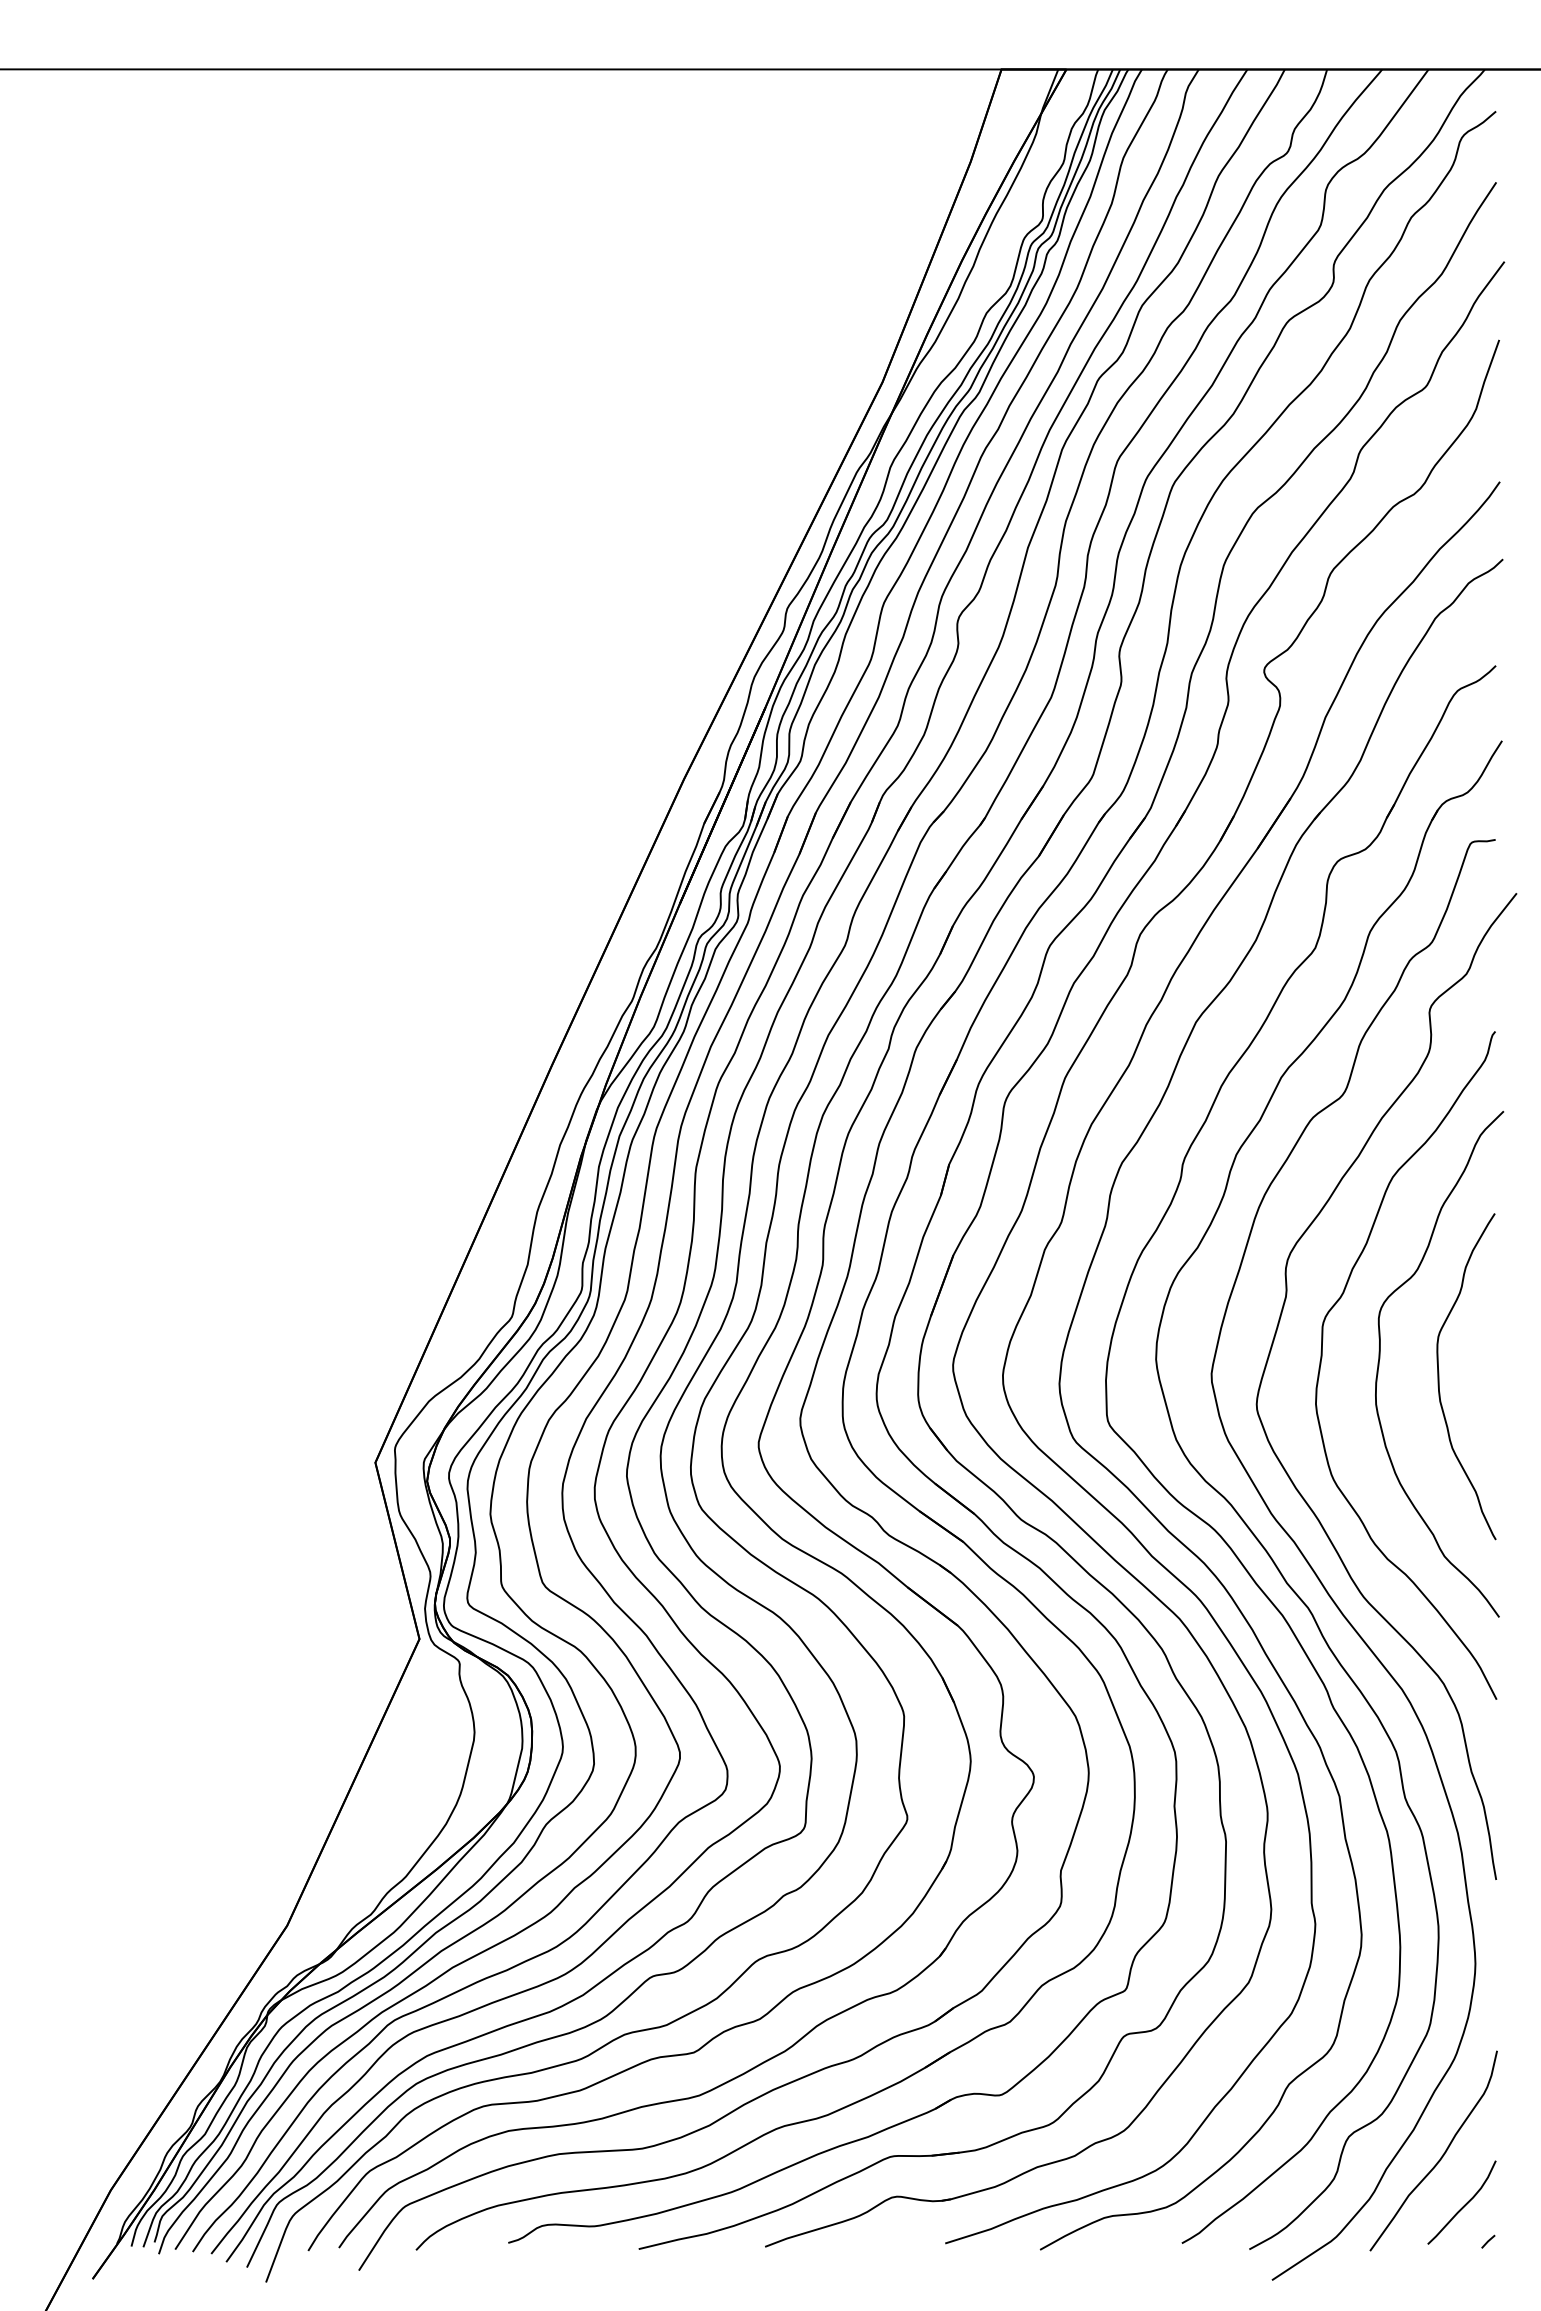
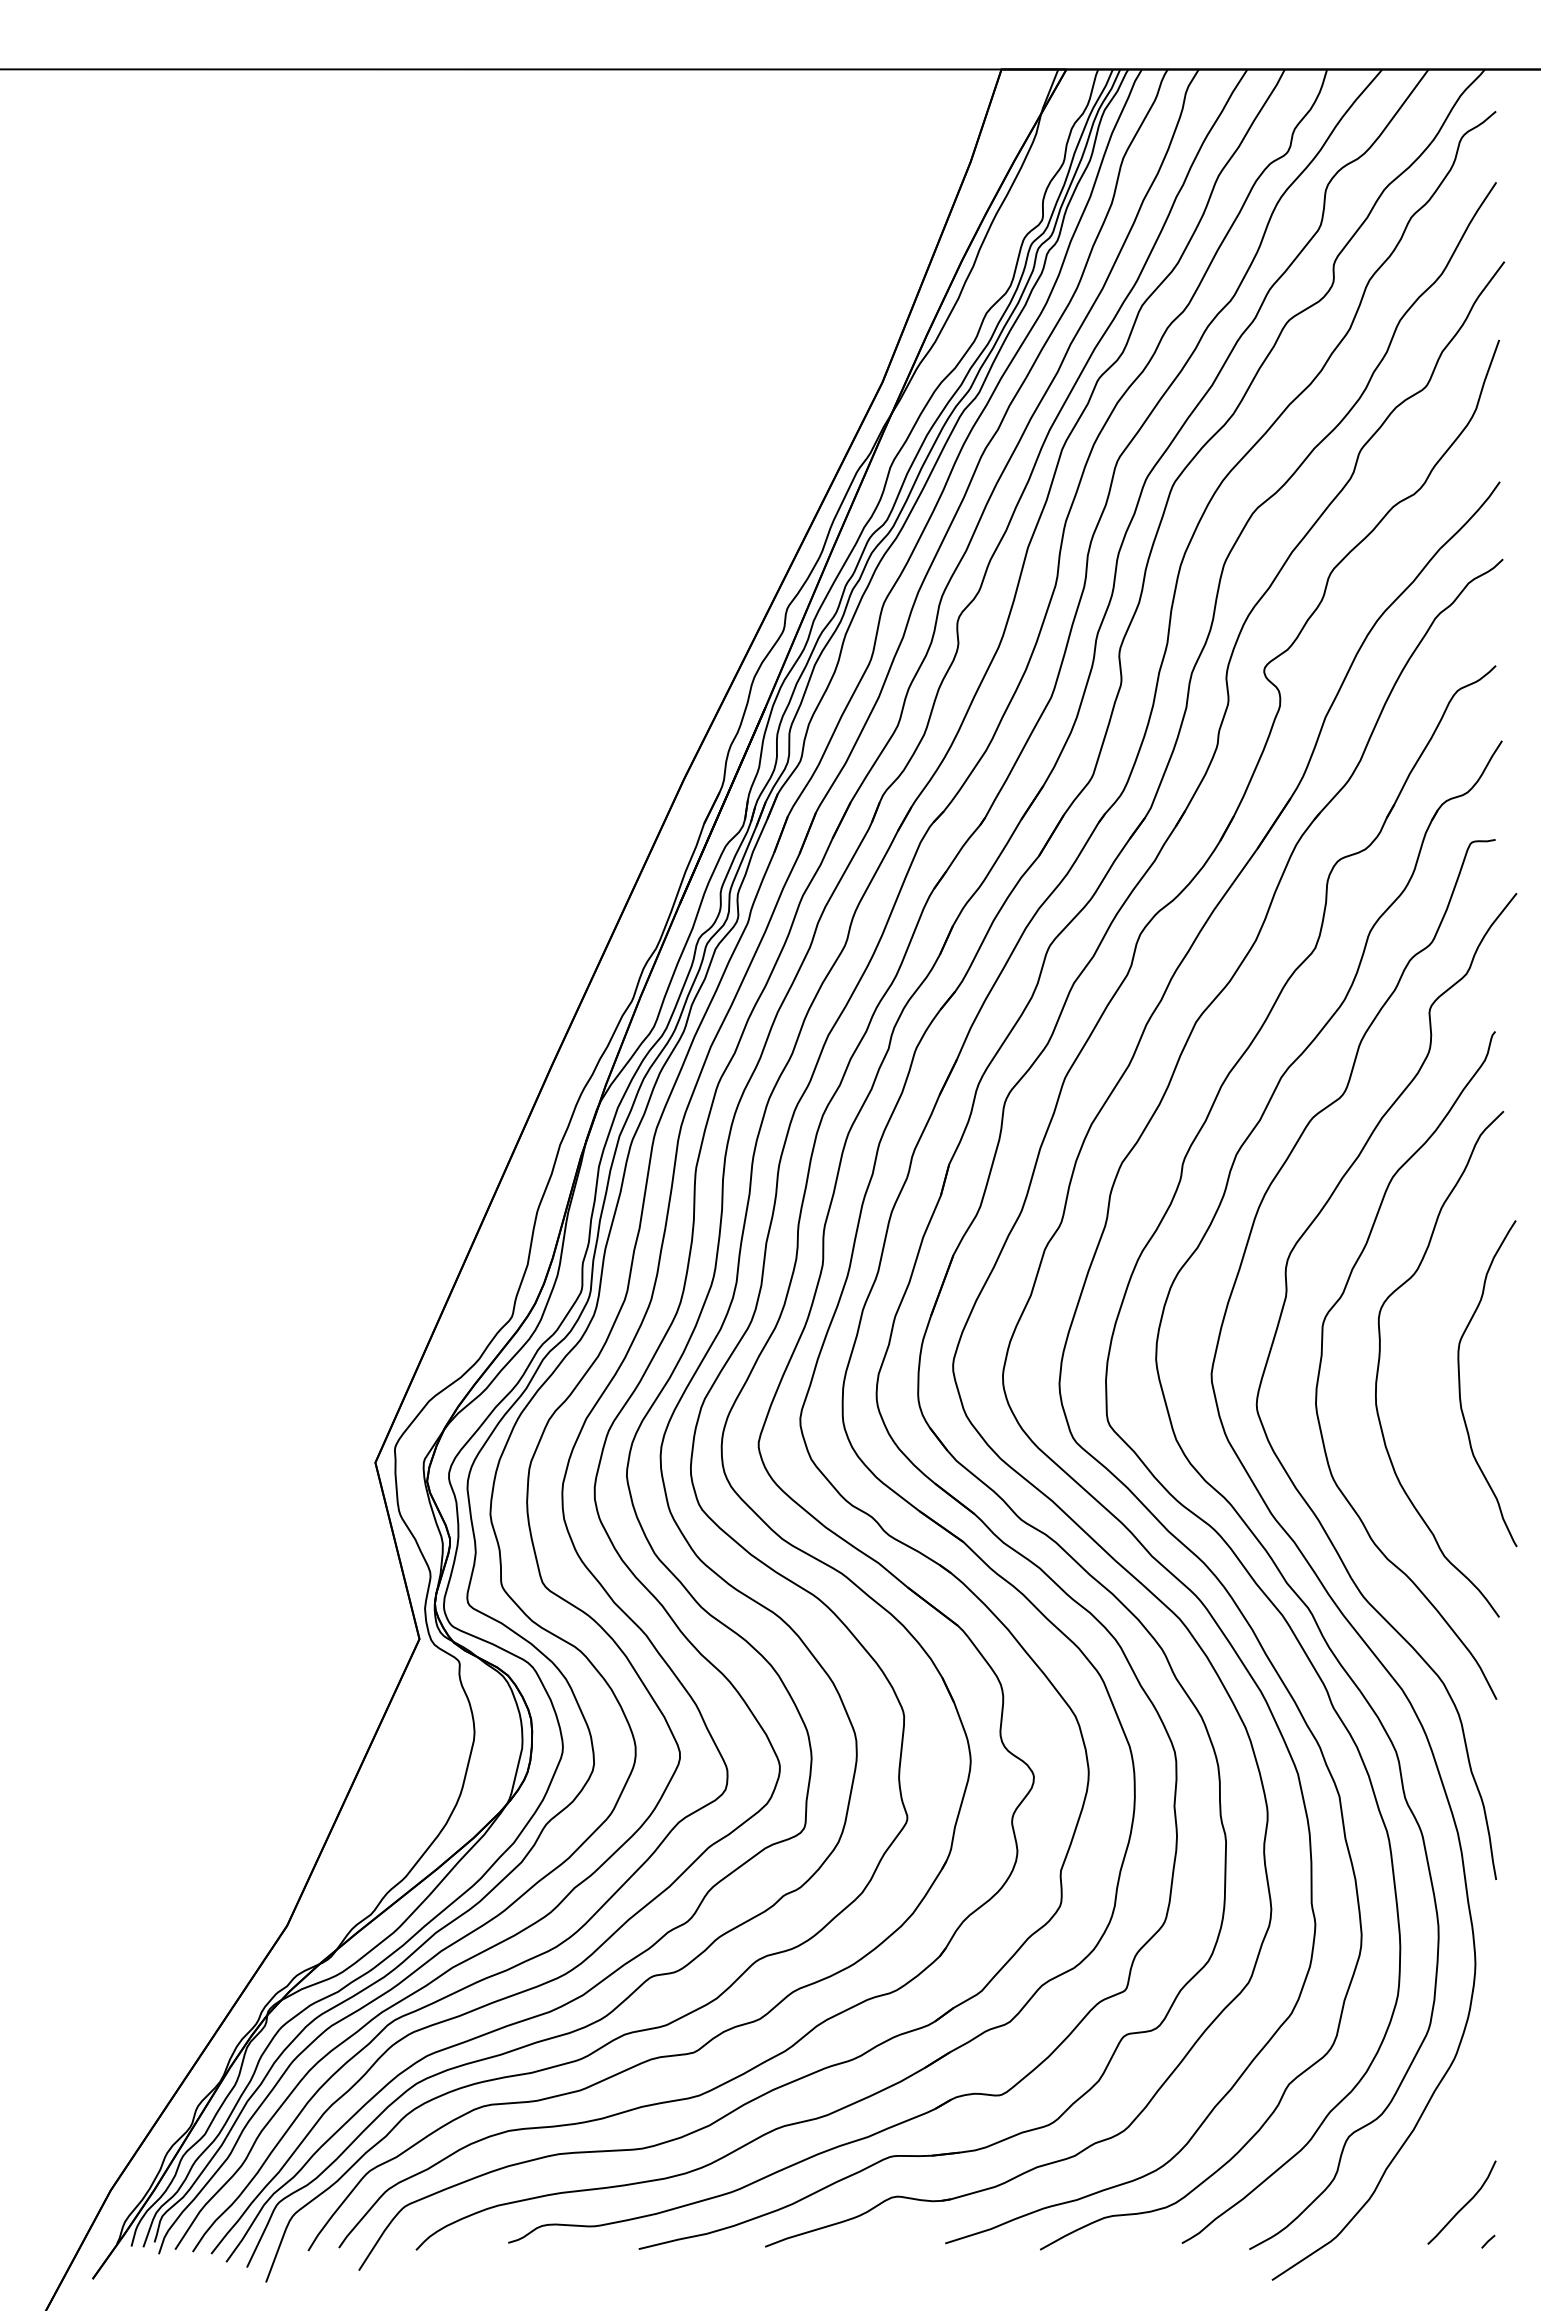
curve at (1439, 1376) position: (1439, 1376) -> (1460, 1383)
curve at (1442, 2154): present -> none
